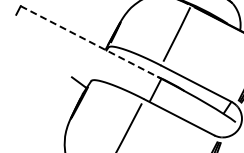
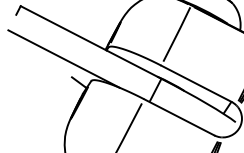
line at (91, 42): dashed -> solid
line at (63, 58): none -> present
